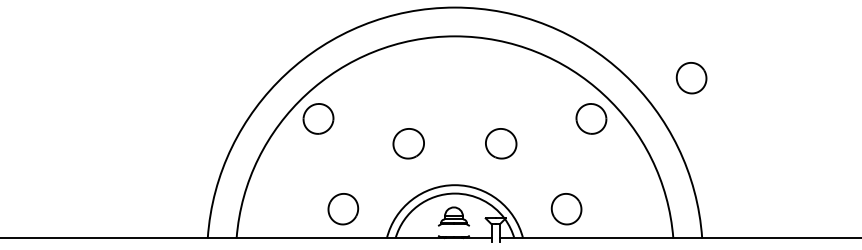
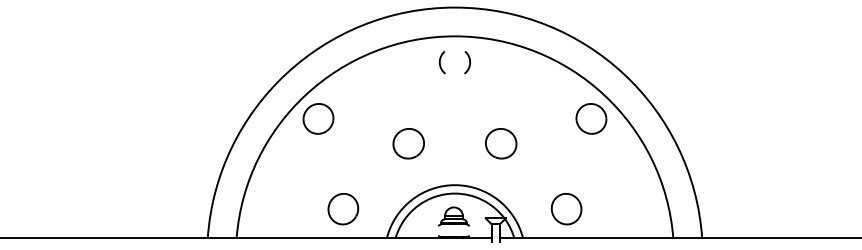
curve at (440, 62): none -> present
curve at (469, 62): none -> present
part at (691, 78): present -> none
